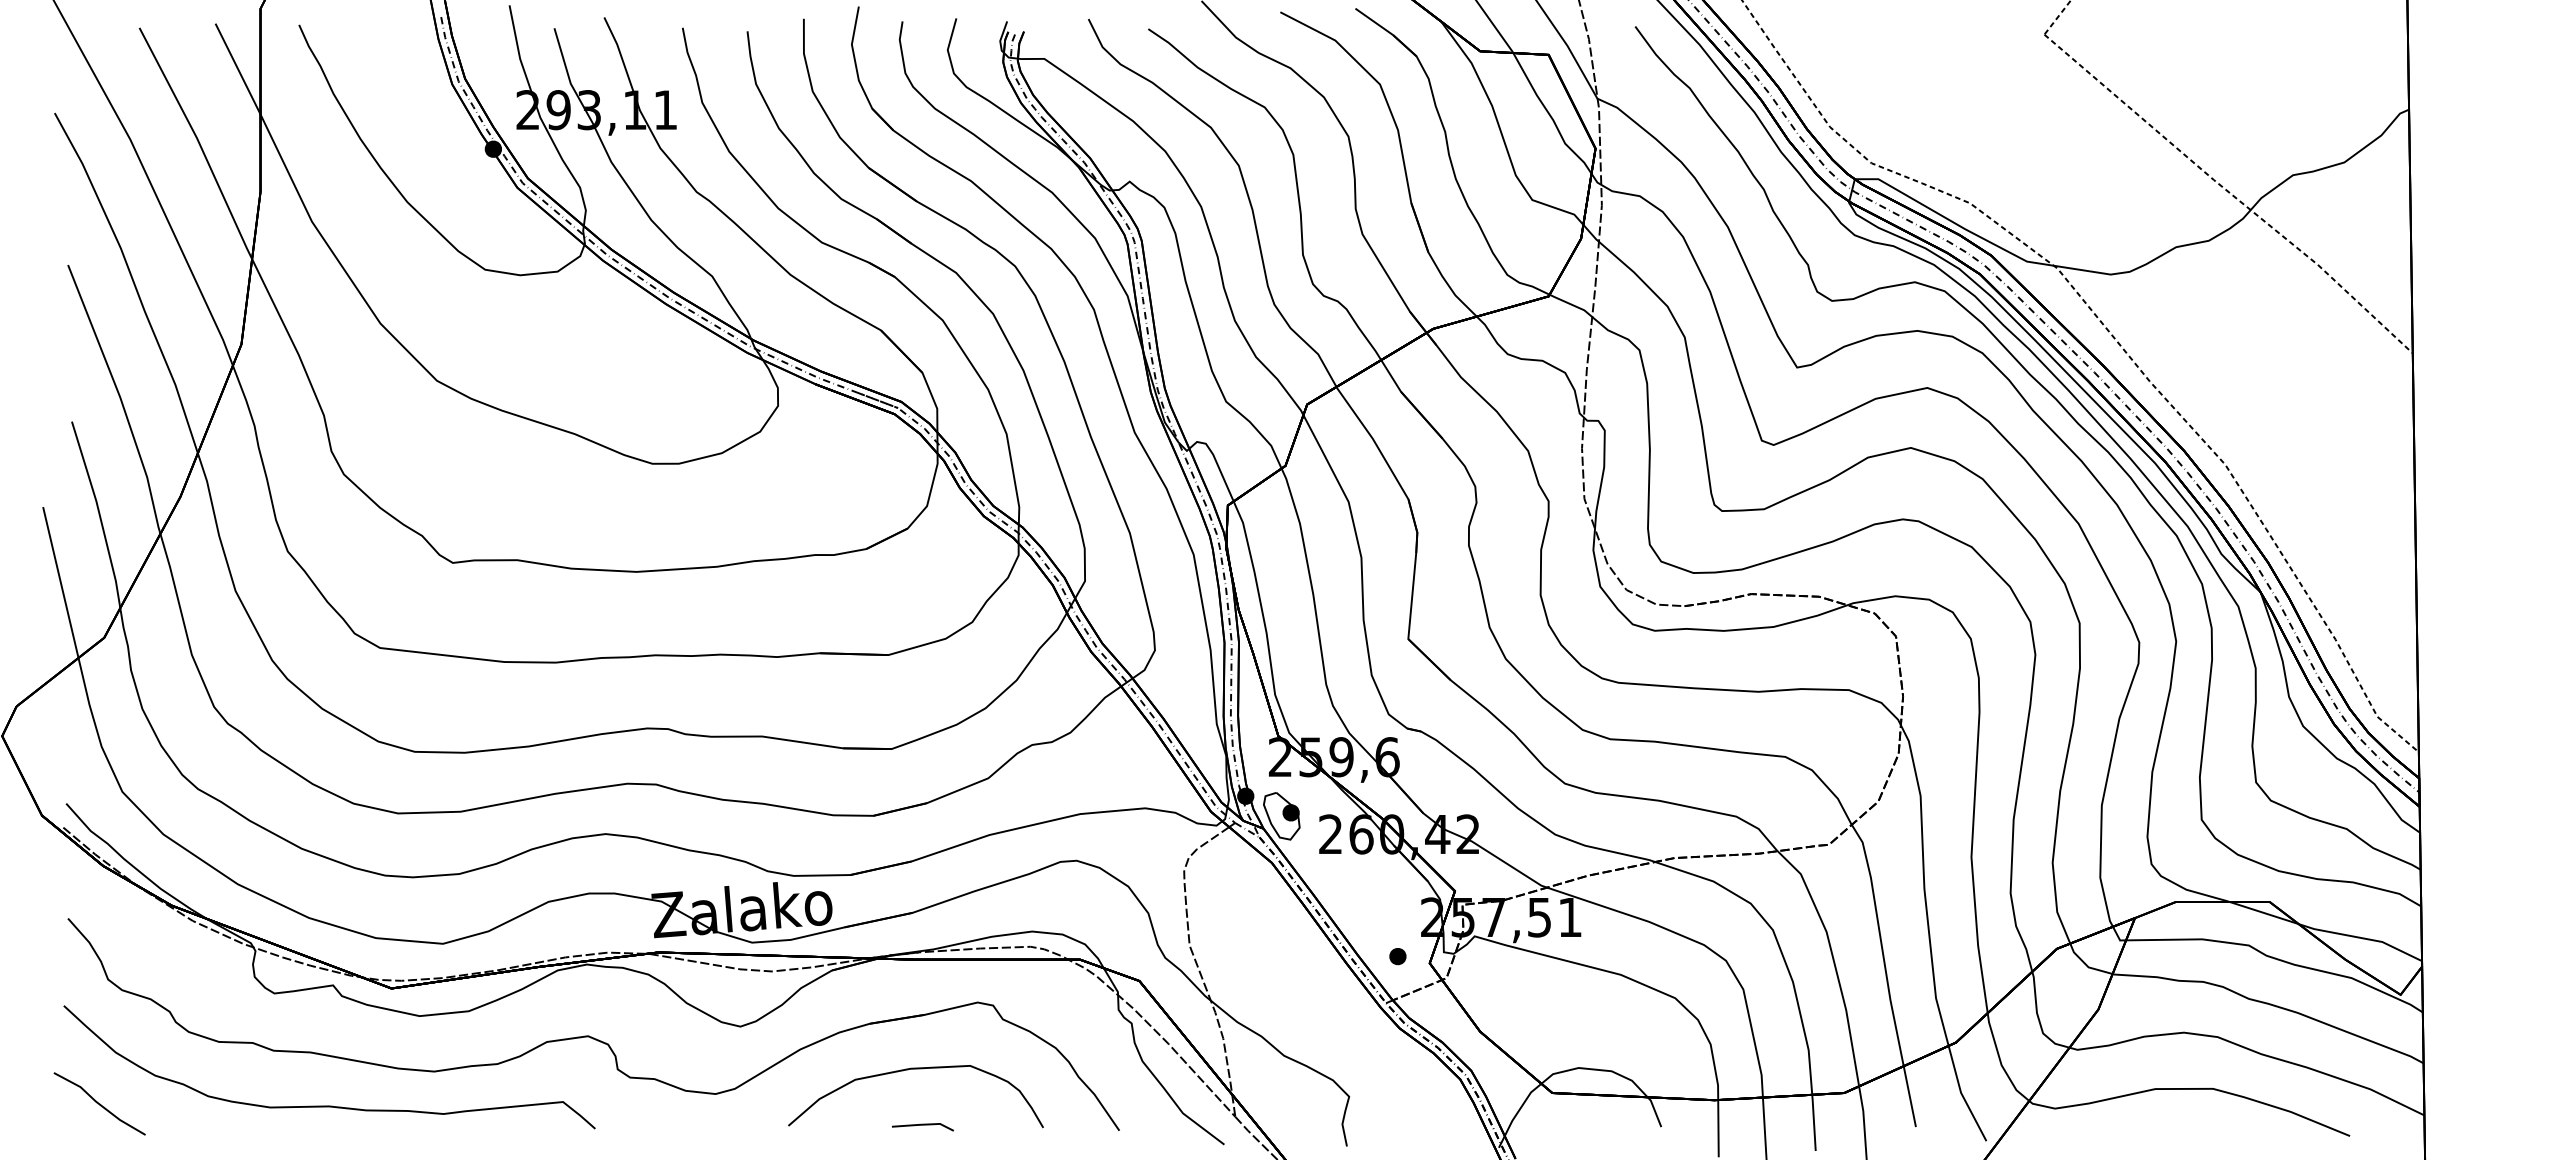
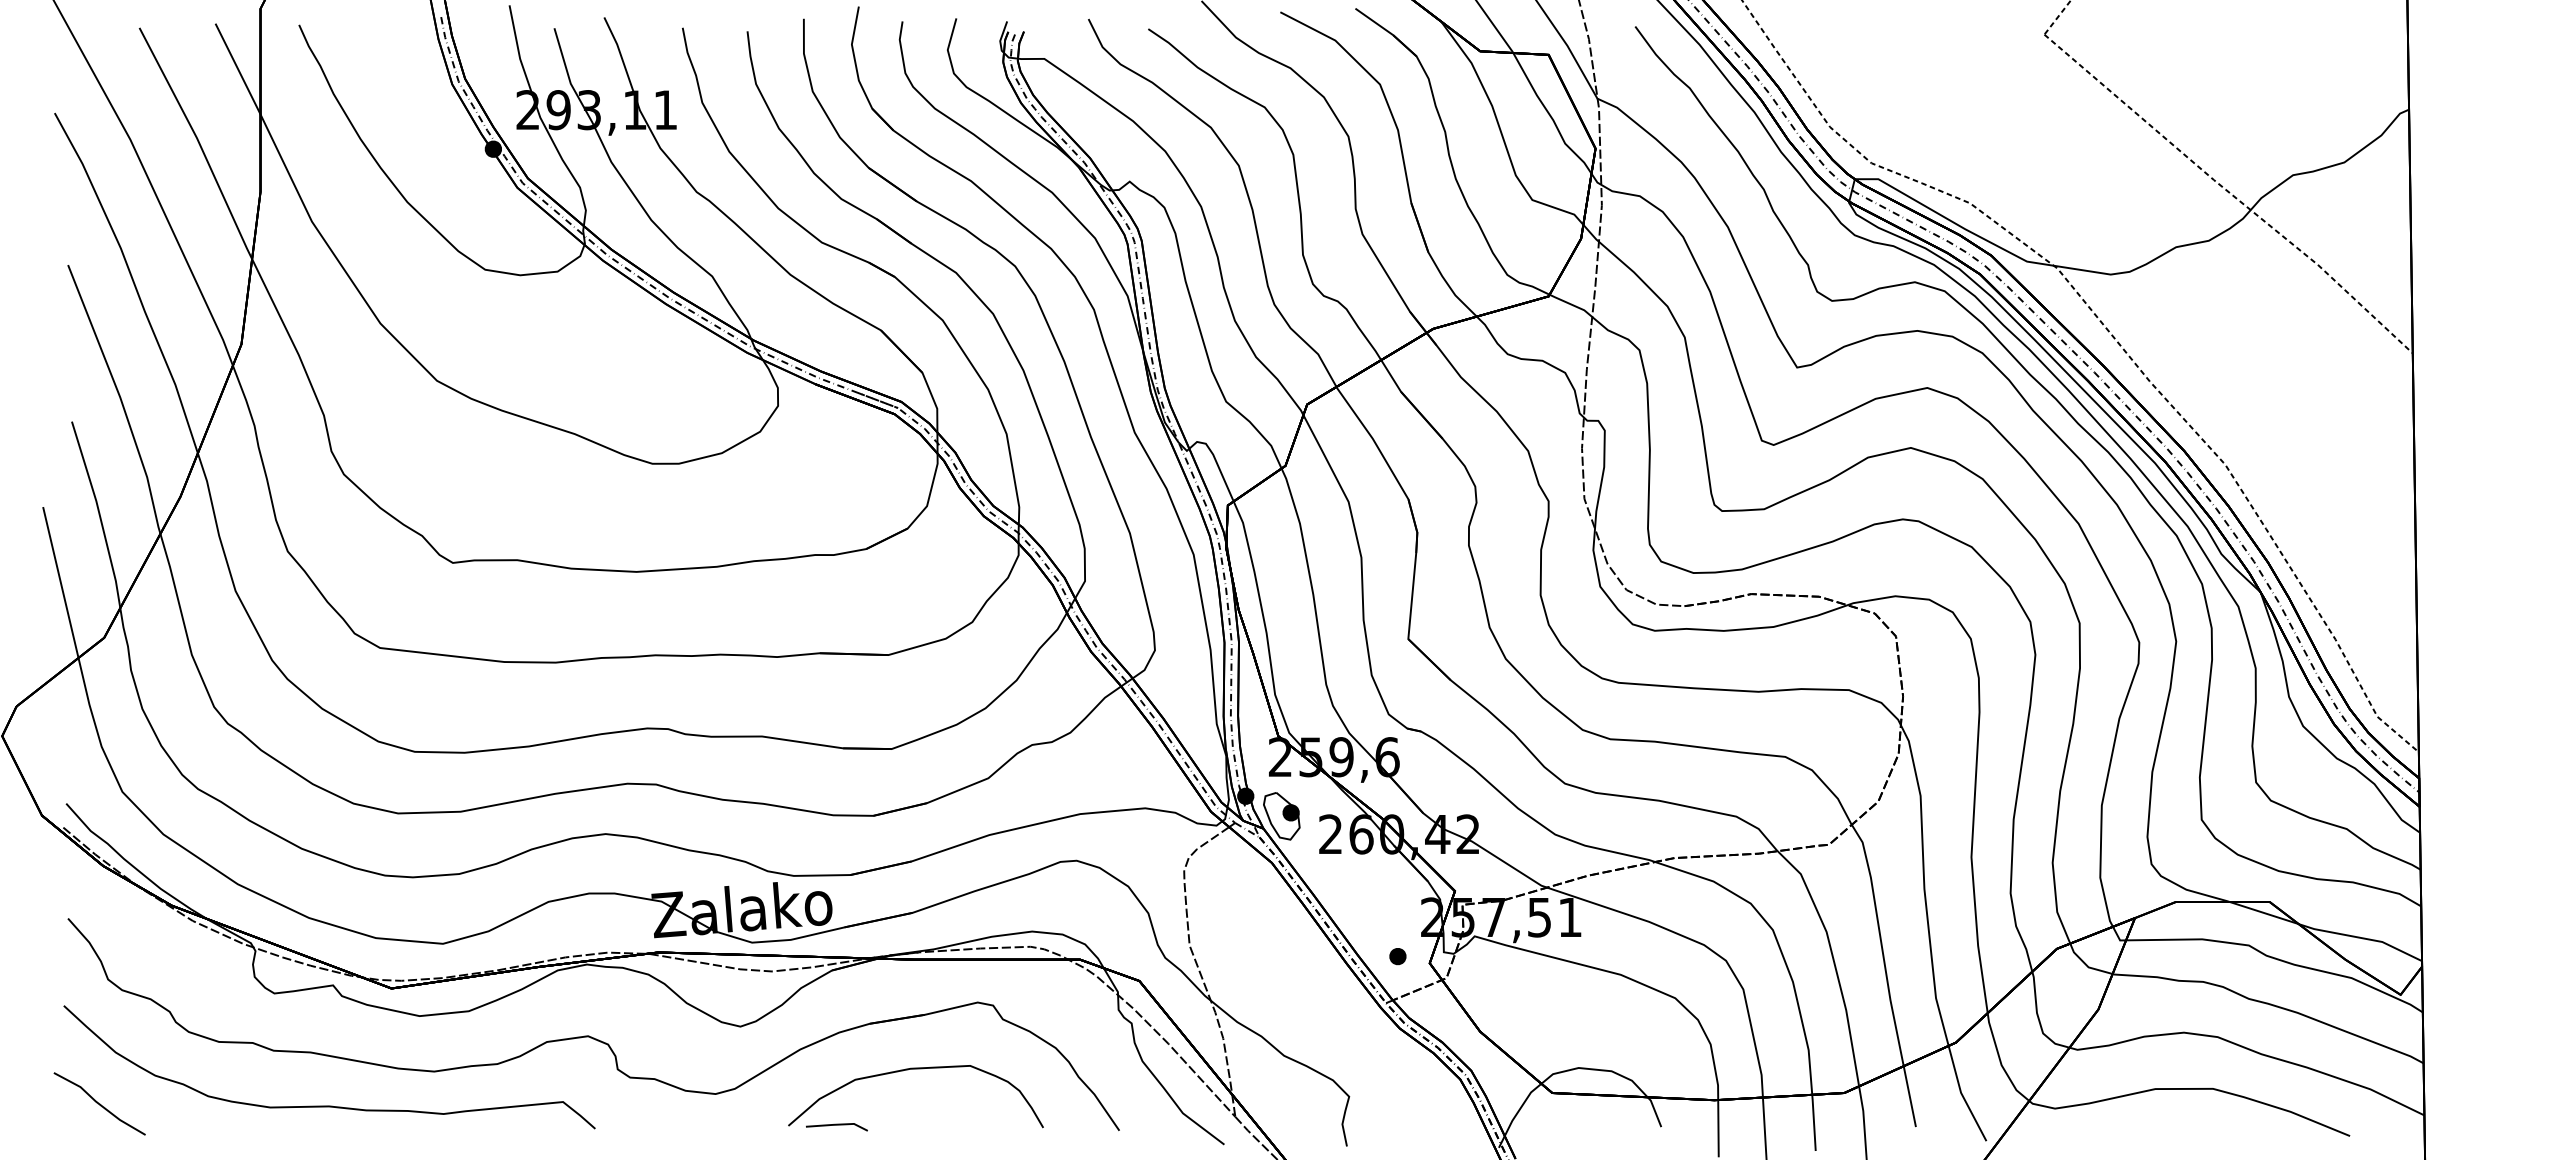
line at (922, 1125) position: (922, 1125) -> (836, 1125)
